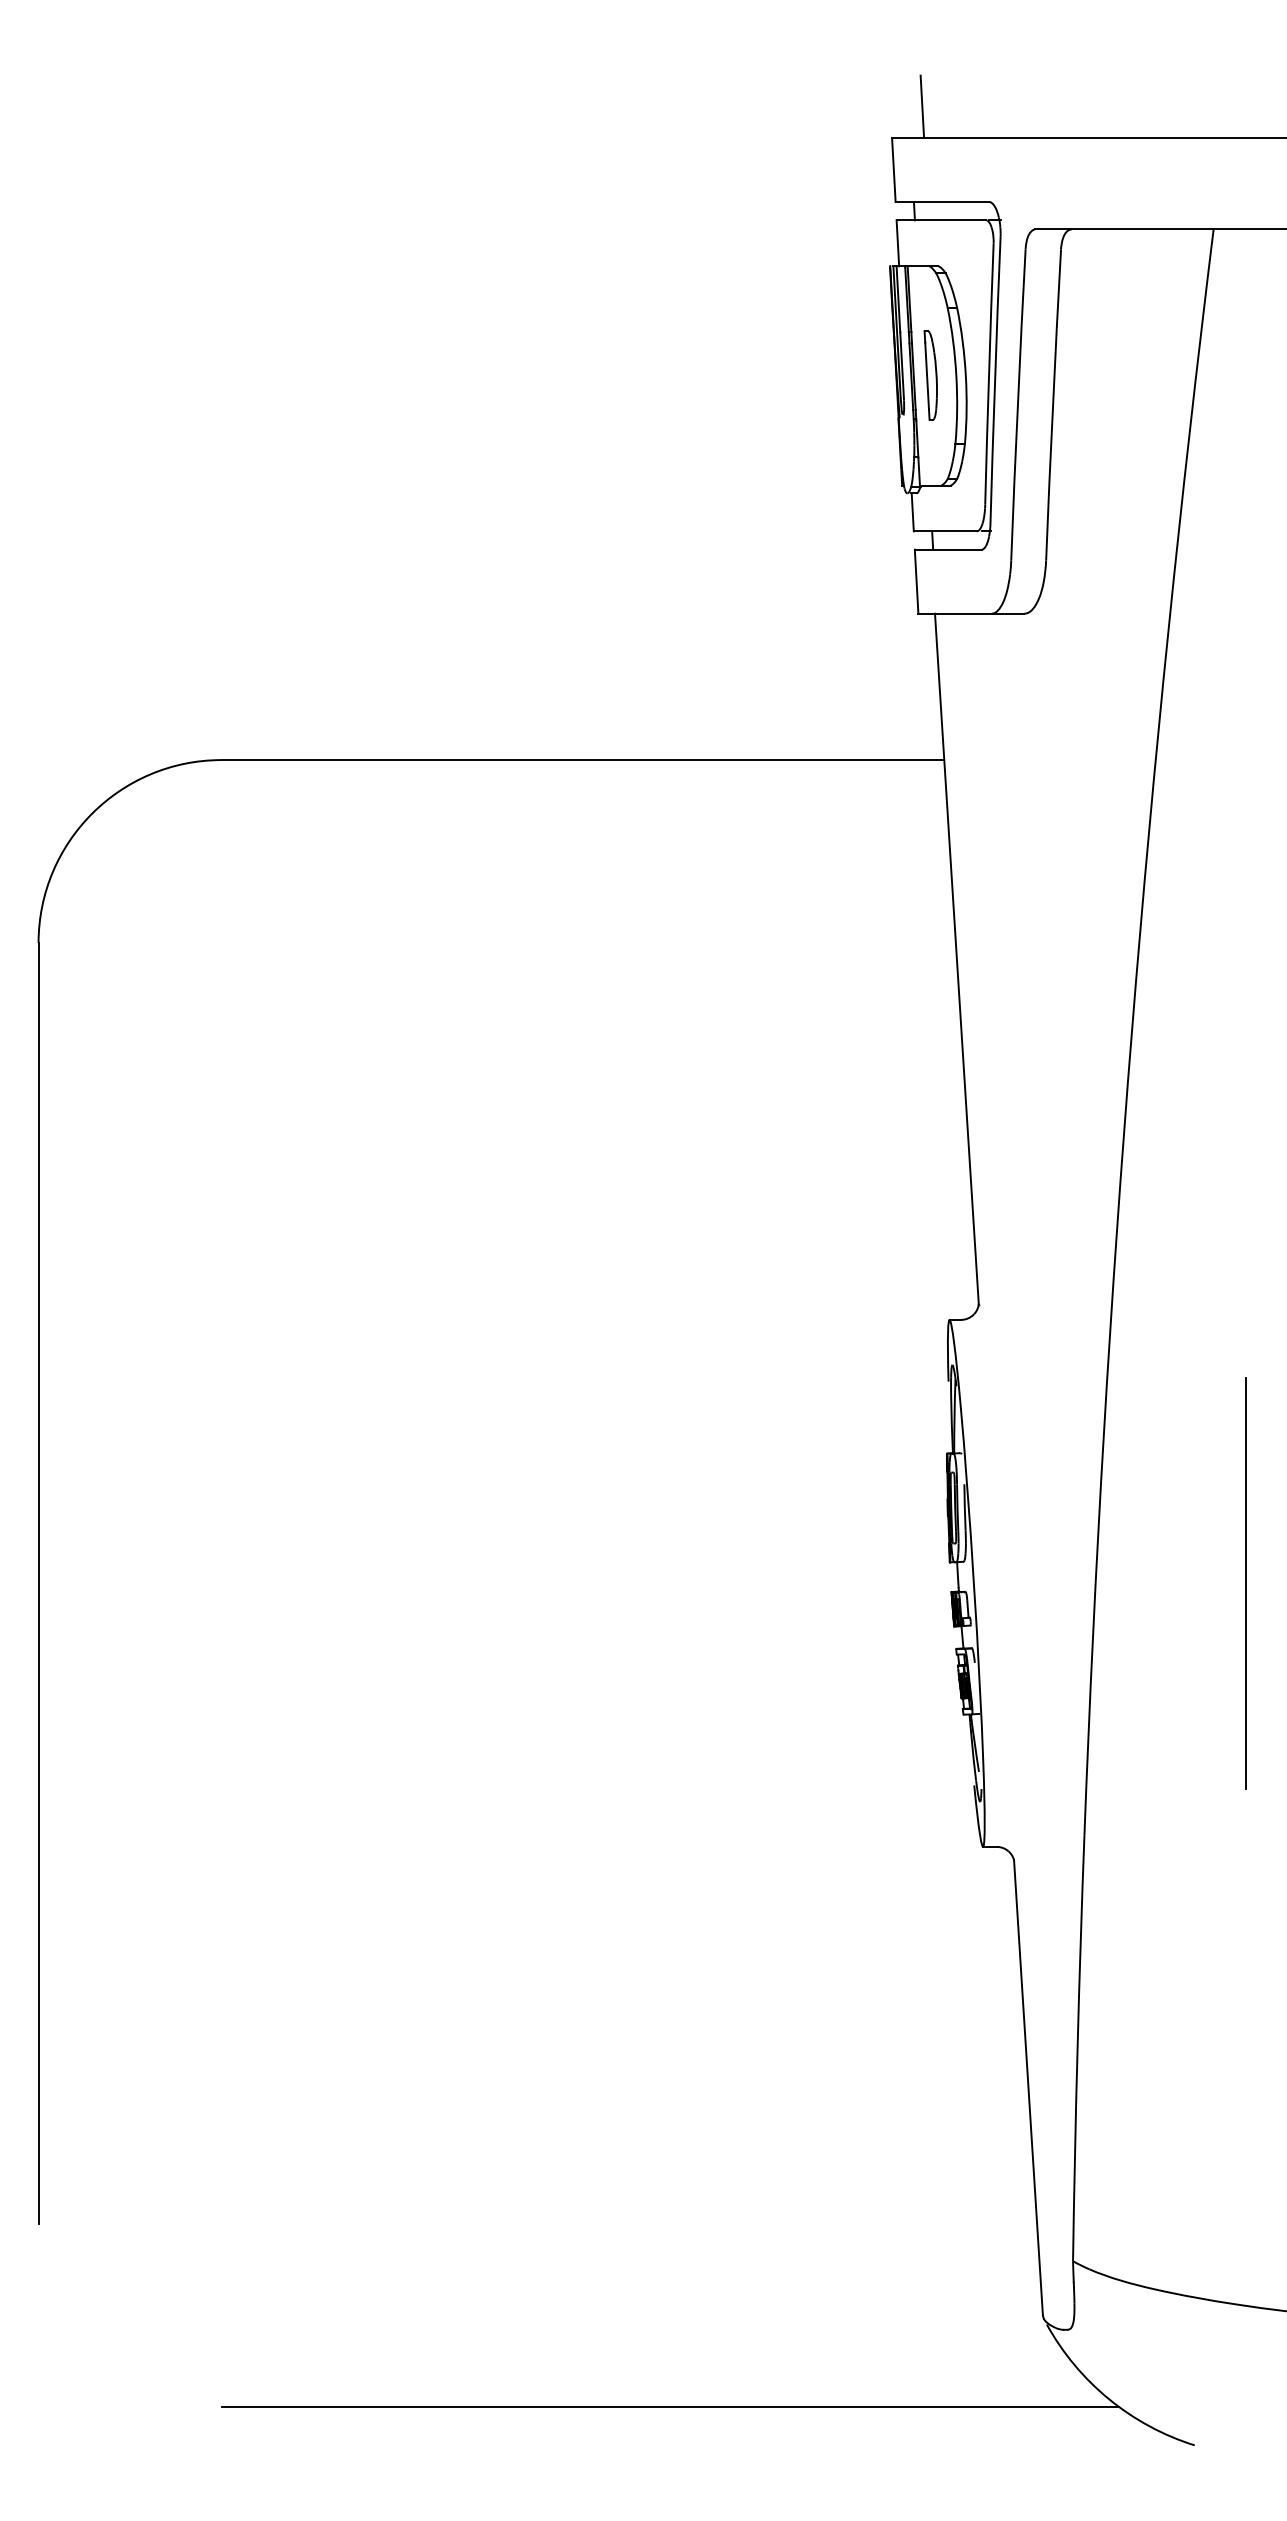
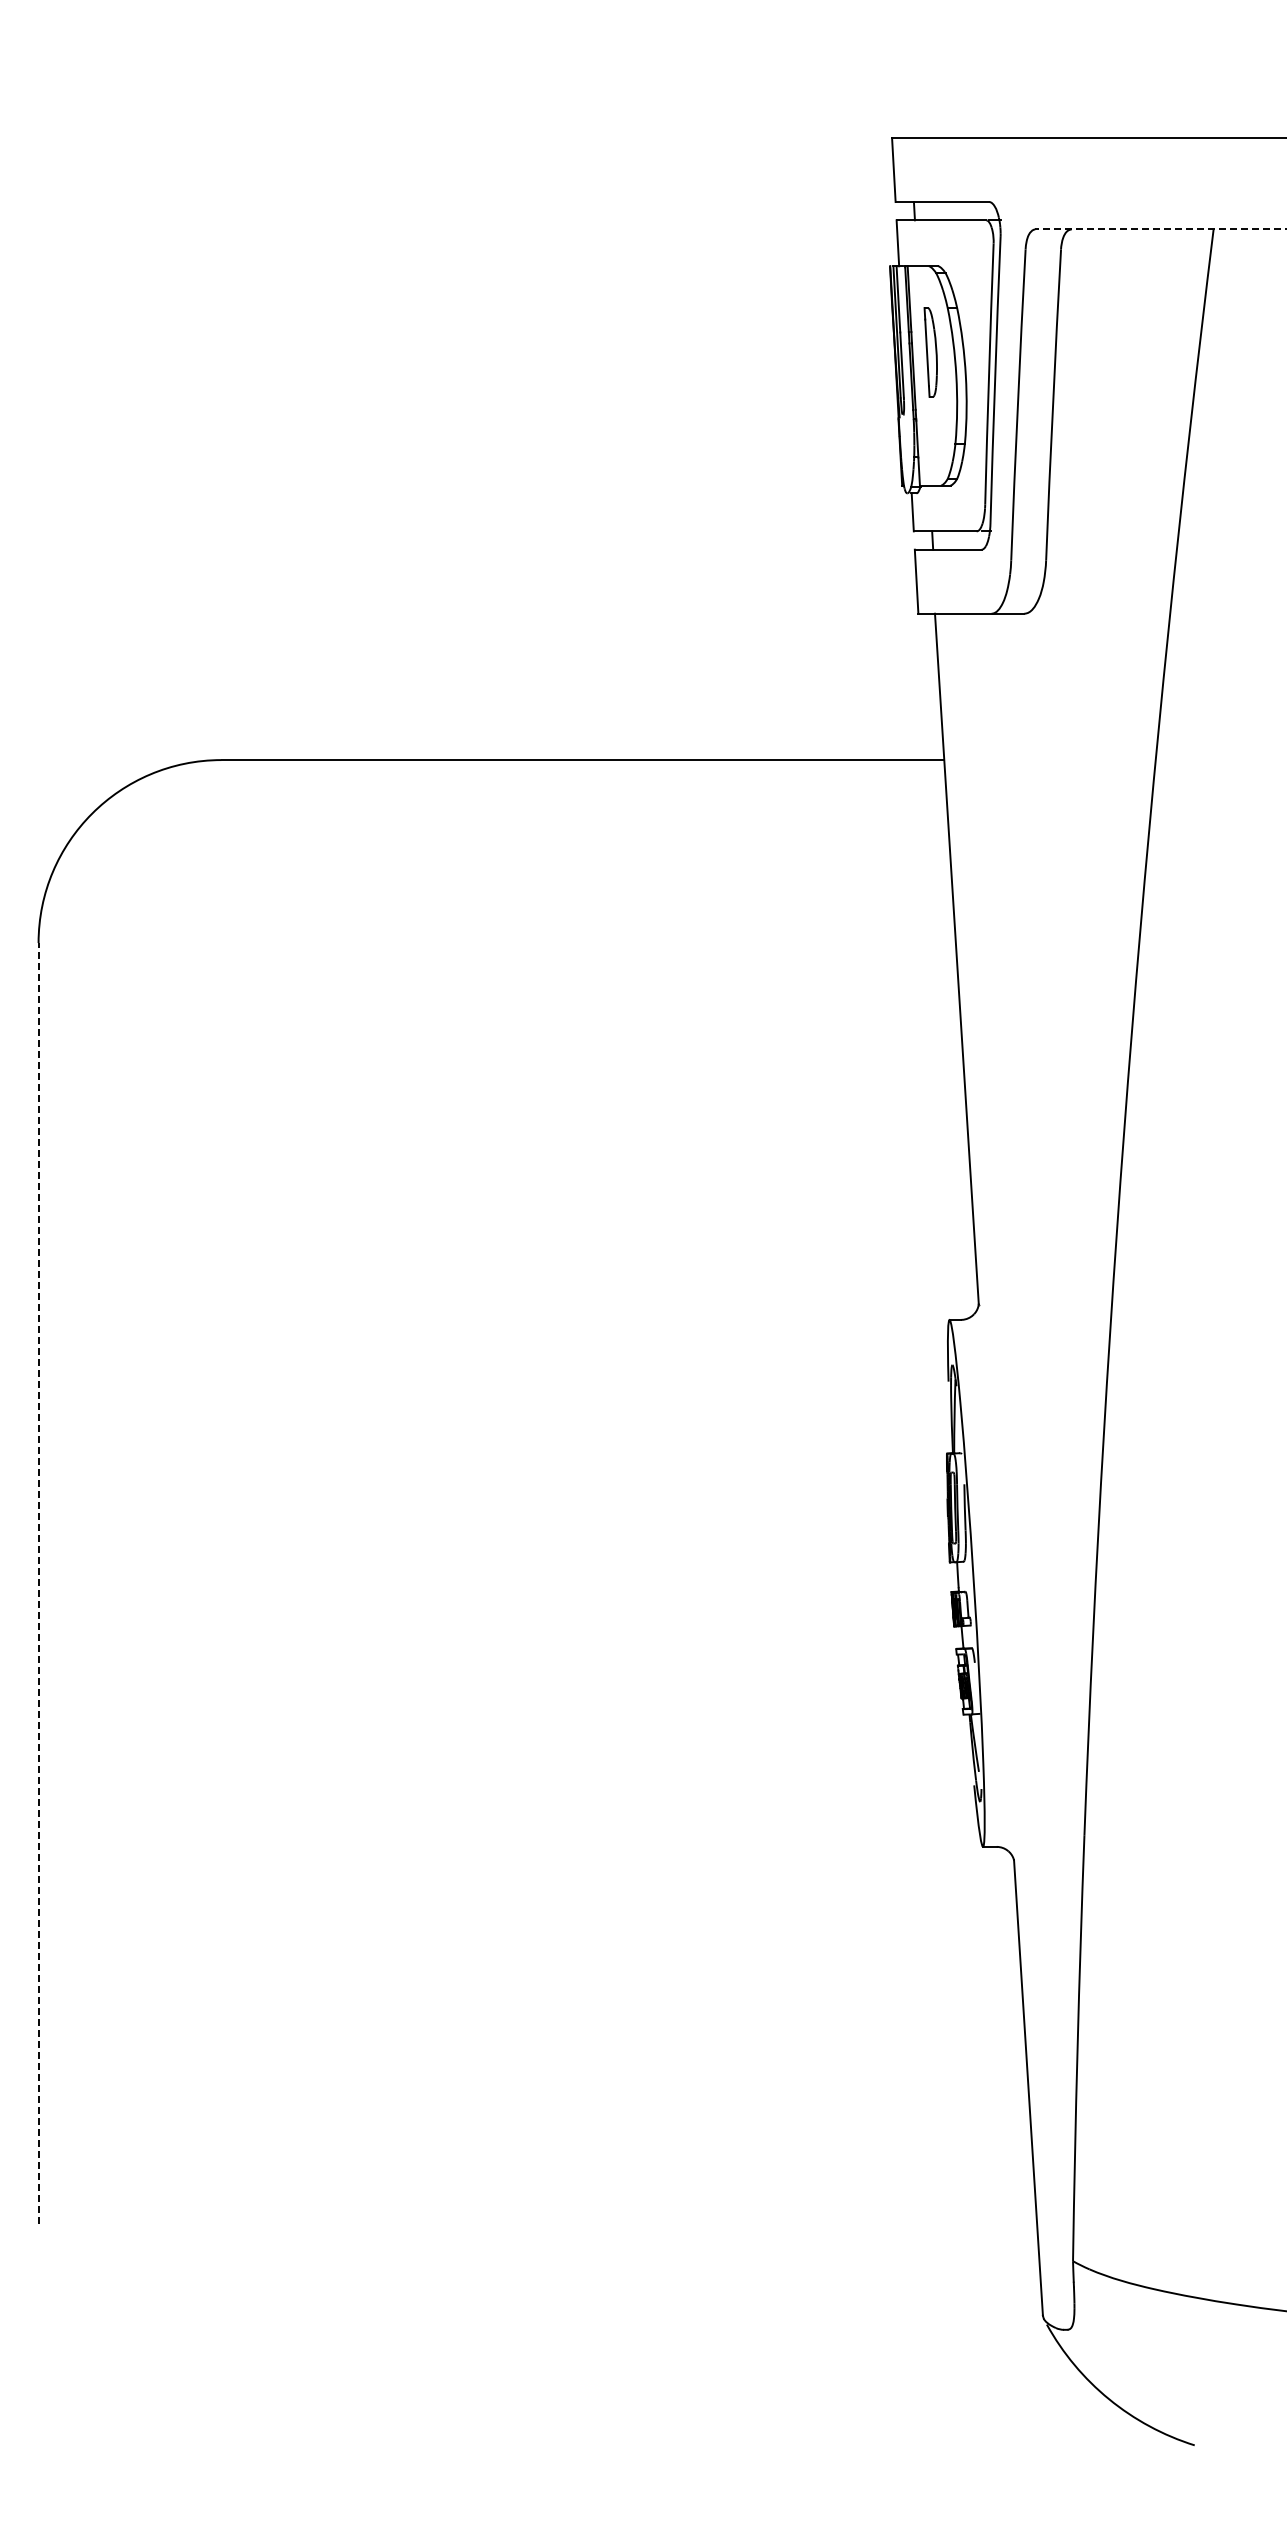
line at (922, 106): present -> none
line at (1160, 229): solid -> dashed
part at (930, 375) position: (930, 375) -> (930, 352)
line at (38, 1582): solid -> dashed
line at (1246, 1583): present -> none
line at (669, 2406): present -> none
